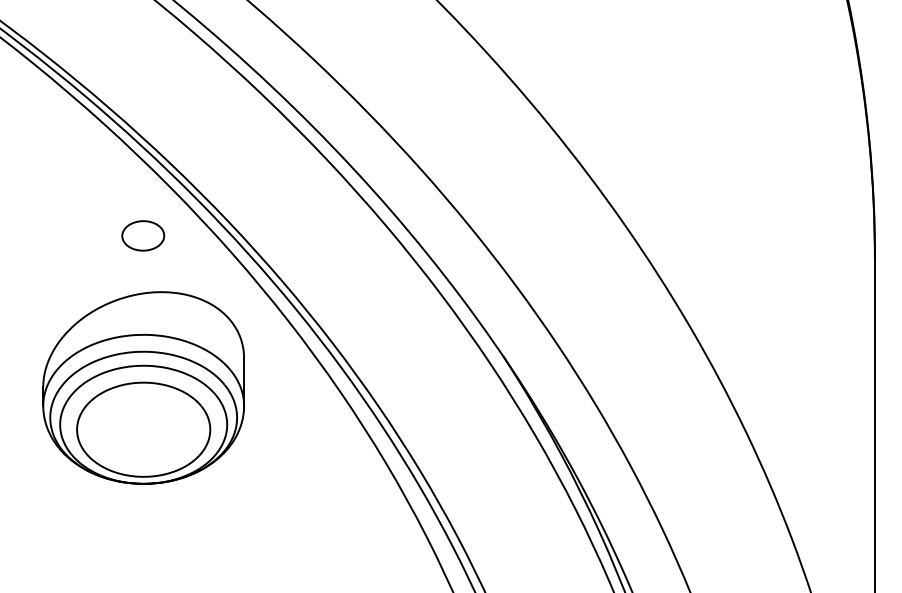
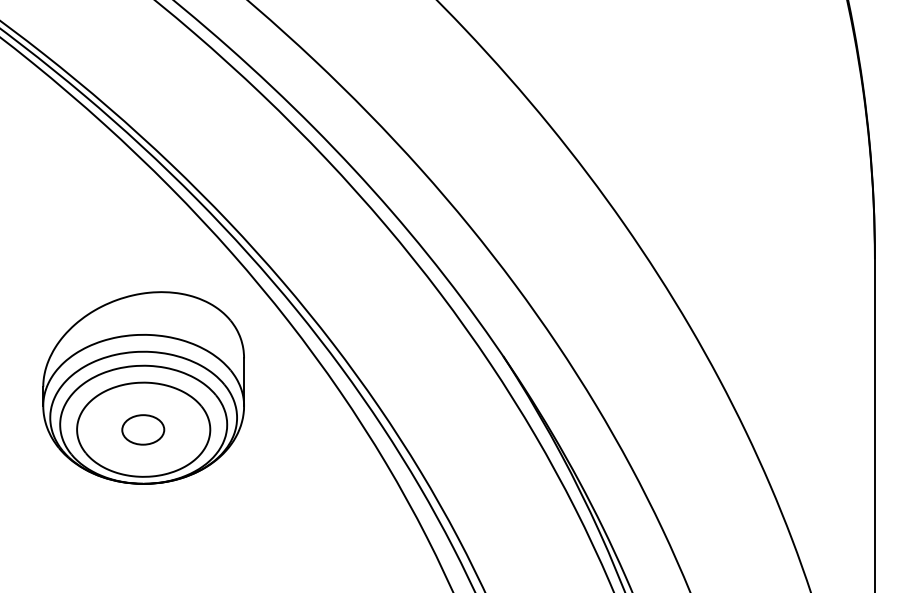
part at (143, 235) position: (143, 235) -> (143, 429)
